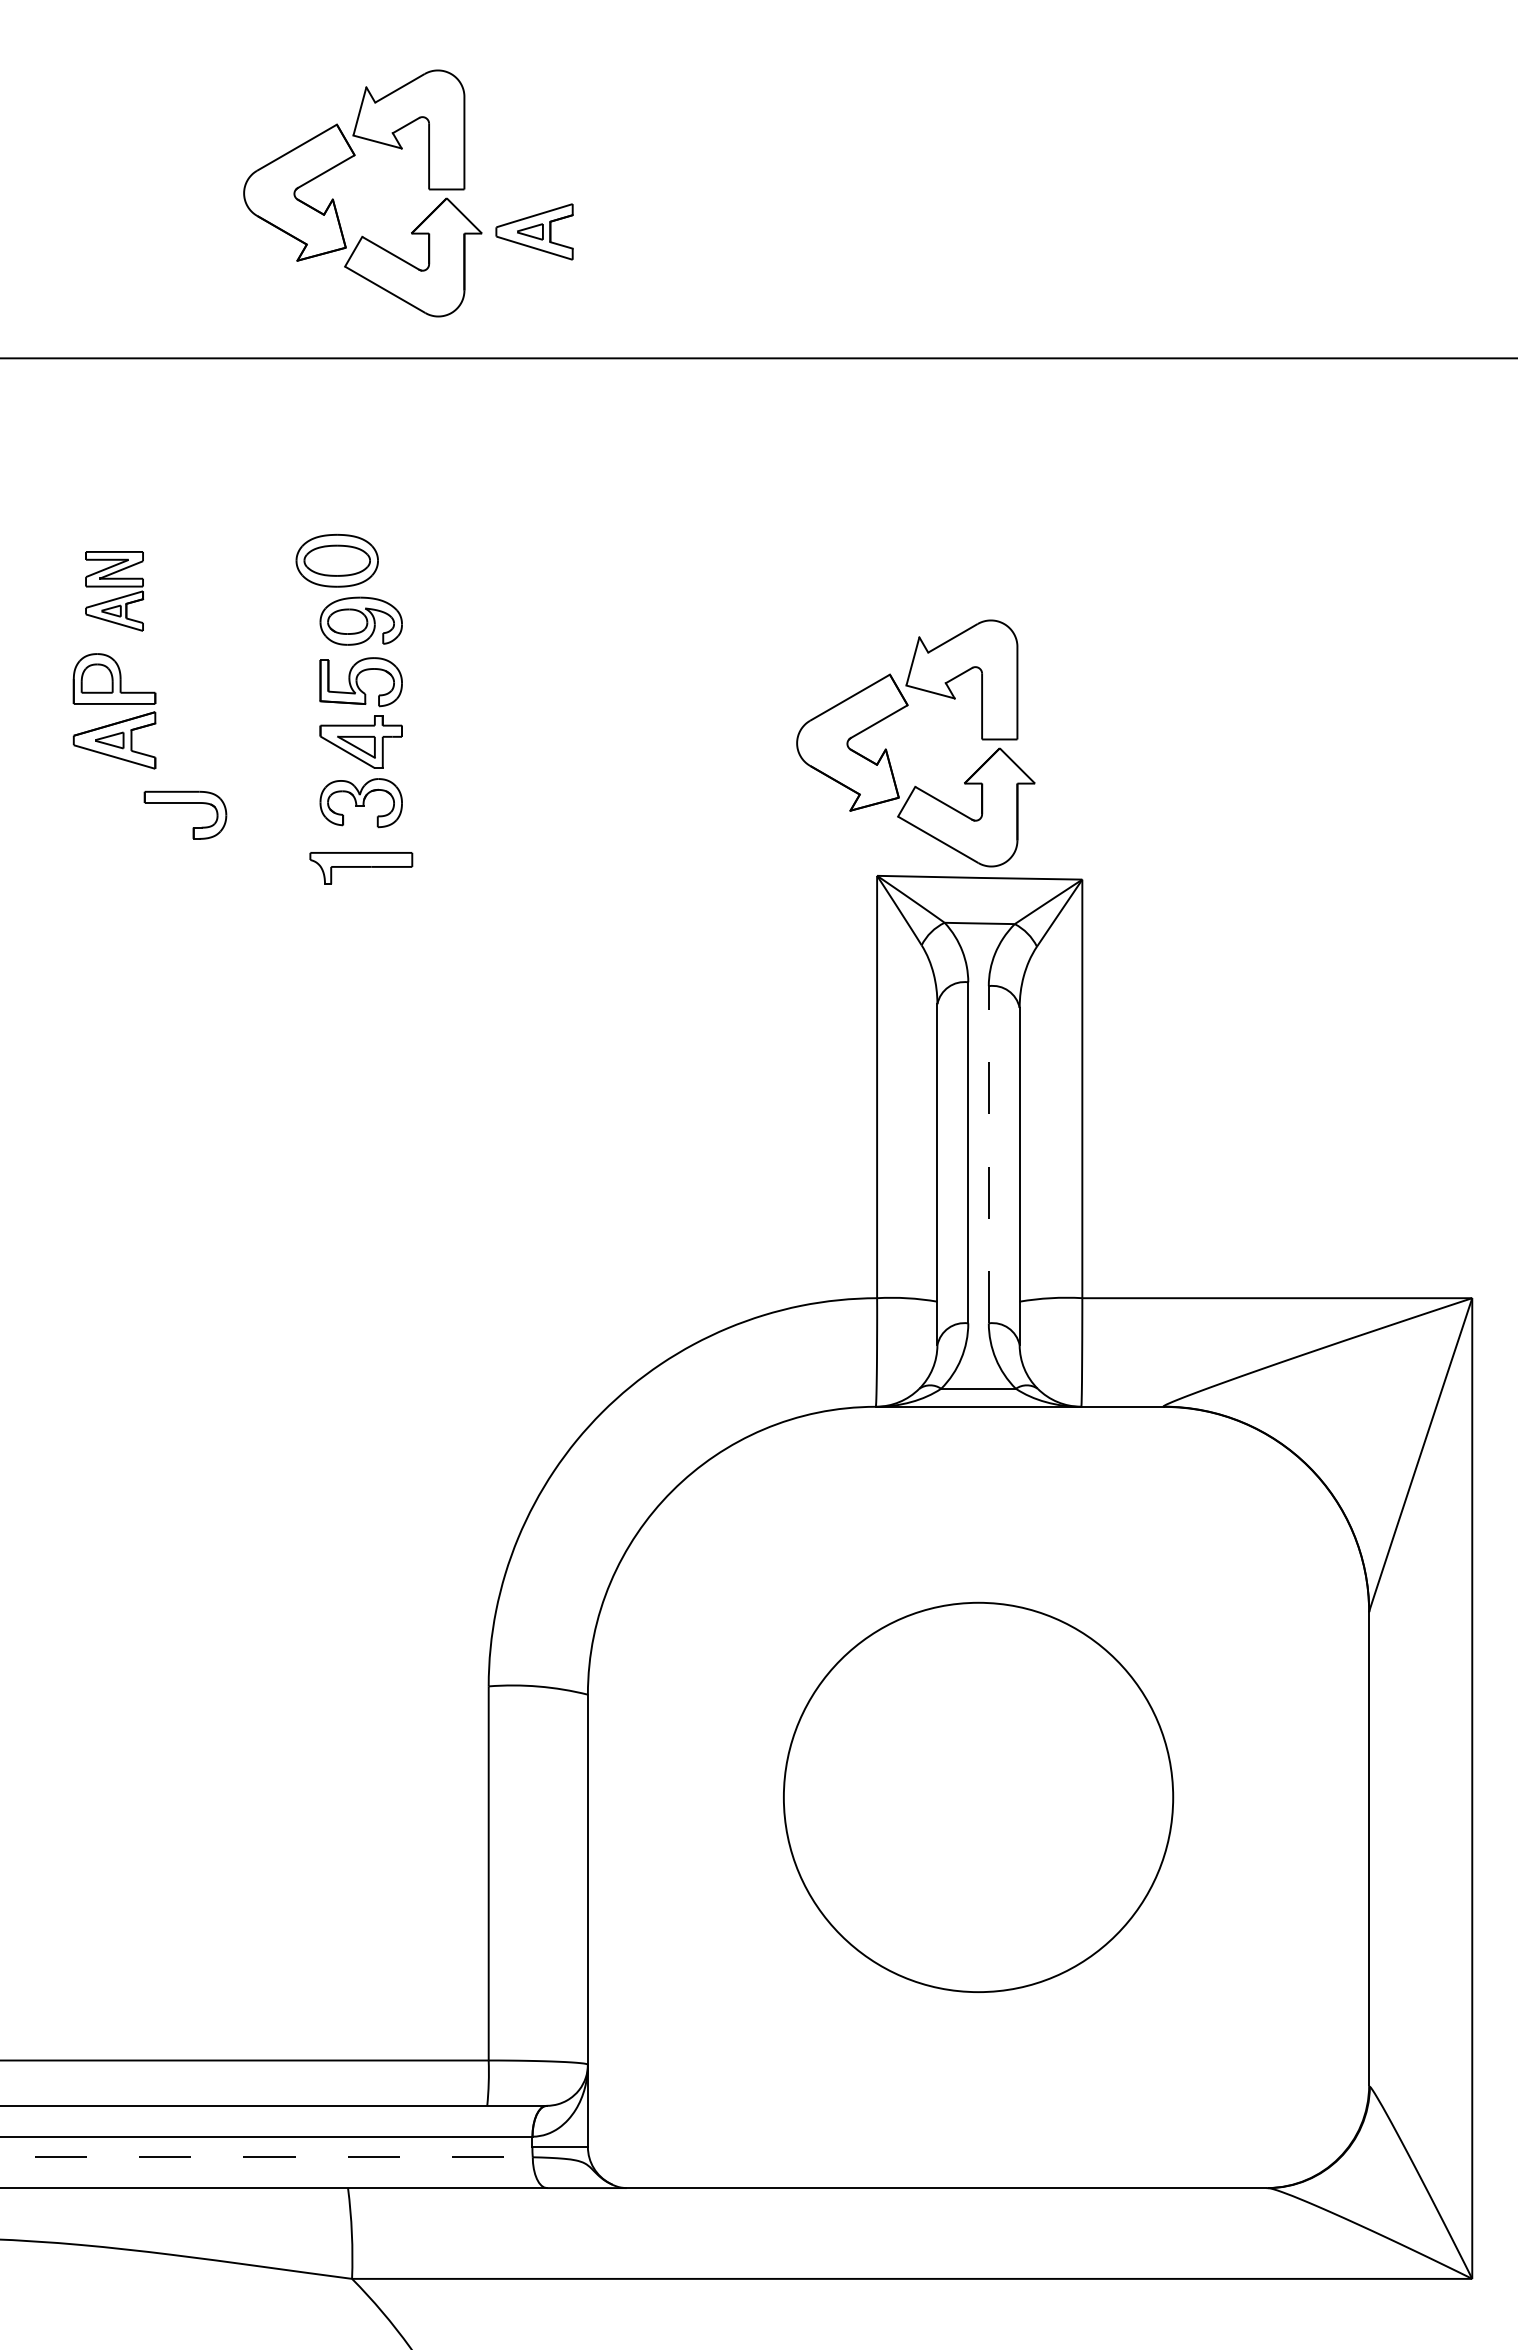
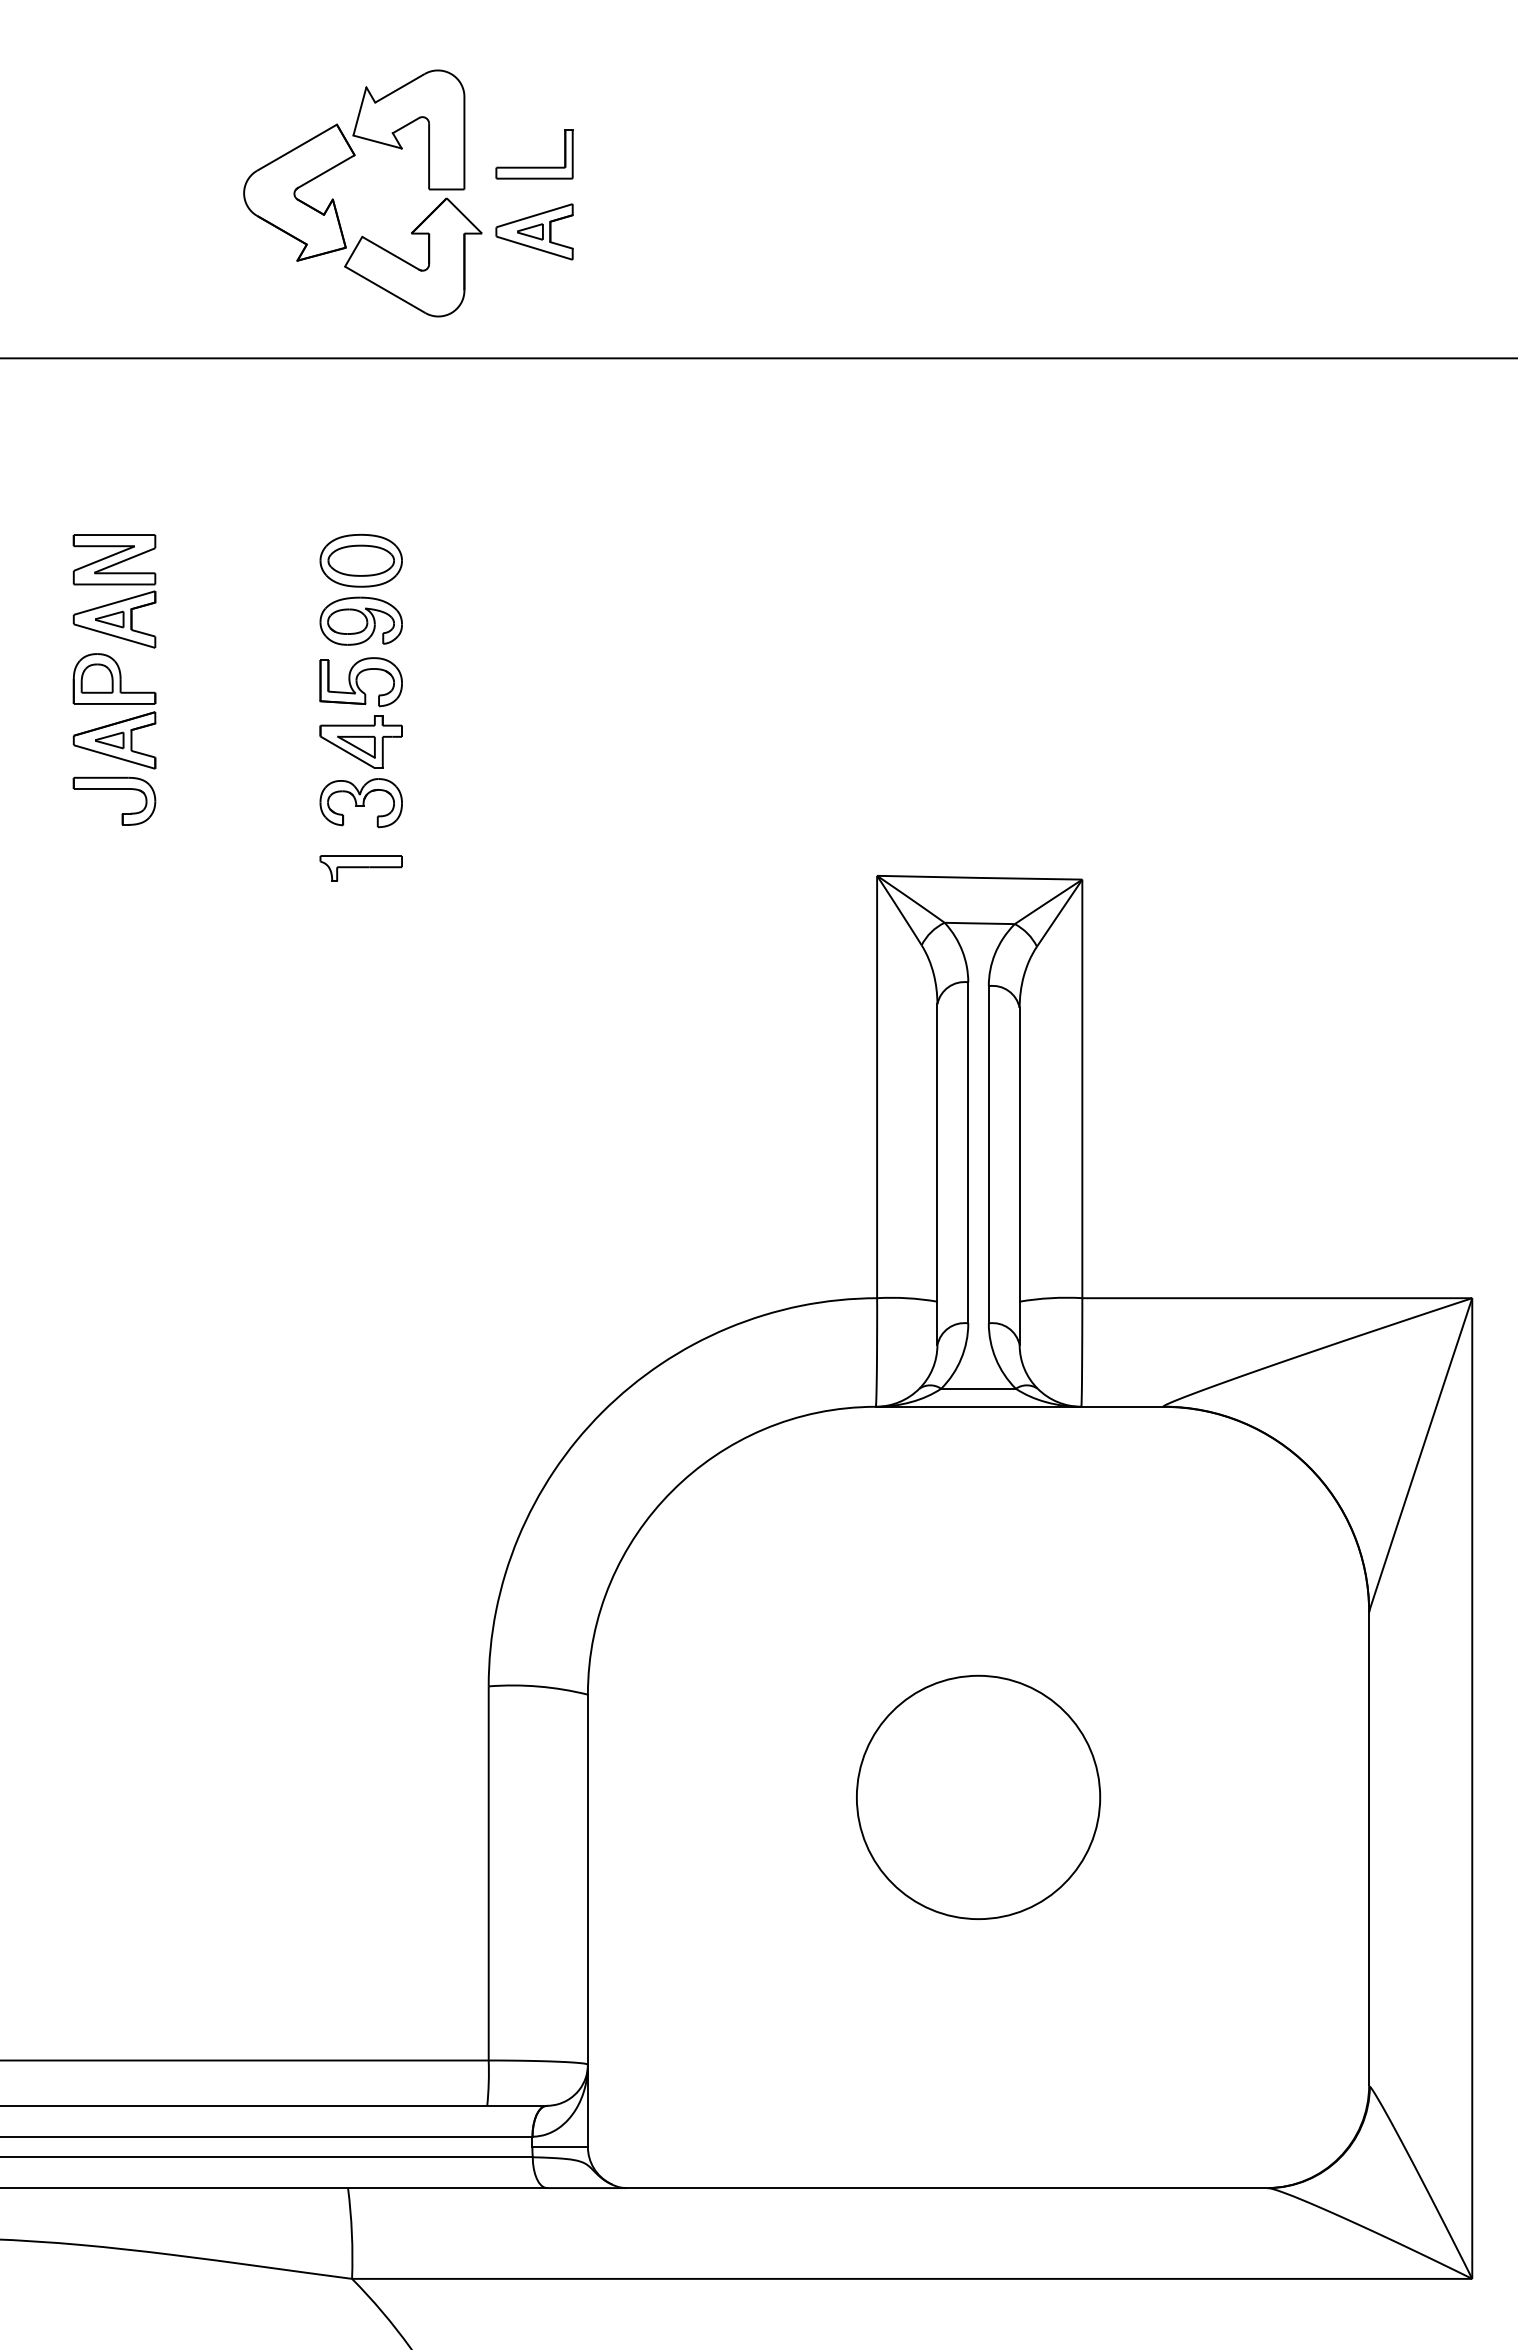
part at (534, 166): none -> present
part at (336, 560) position: (336, 560) -> (360, 560)
part at (114, 591) size: 60x81 px -> 85x115 px
part at (887, 750): present -> none
part at (185, 803) position: (185, 803) -> (114, 789)
part at (361, 868) size: 105x33 px -> 84x27 px
line at (988, 1154): dashed -> solid
circle at (978, 1797) diameter: 389 px -> 243 px
line at (266, 2157): dashed -> solid
